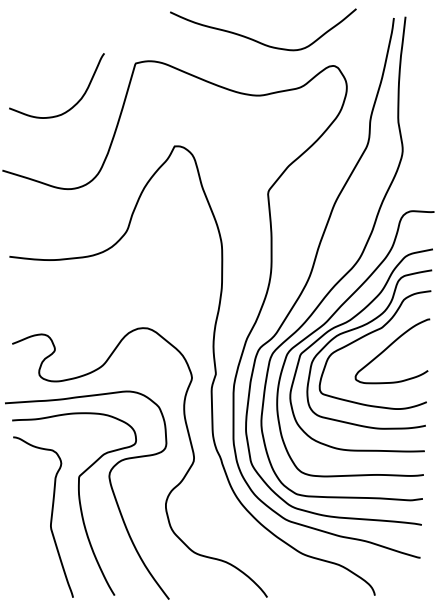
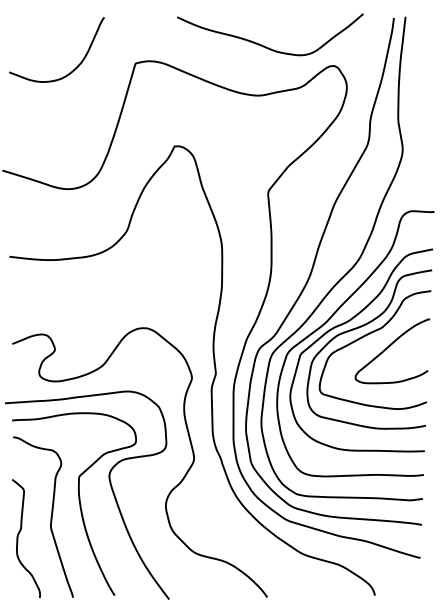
curve at (257, 40) position: (257, 40) -> (264, 45)
curve at (75, 103) position: (75, 103) -> (75, 67)
curve at (18, 538): none -> present
